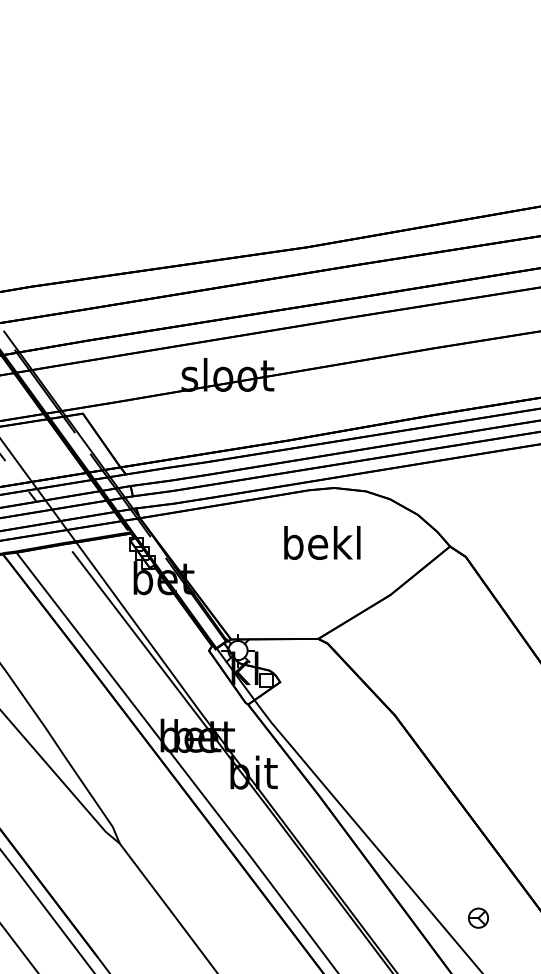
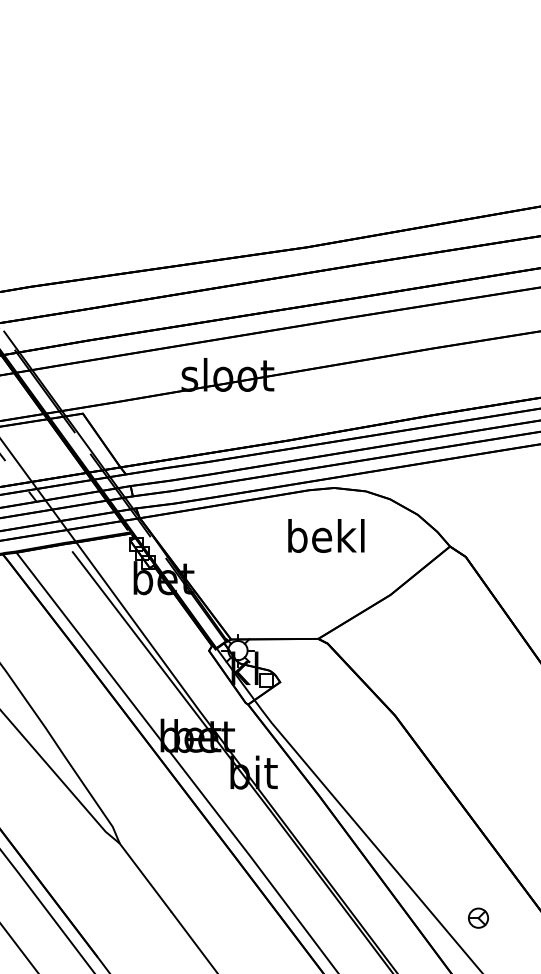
text at (322, 542) position: (322, 542) -> (326, 535)
